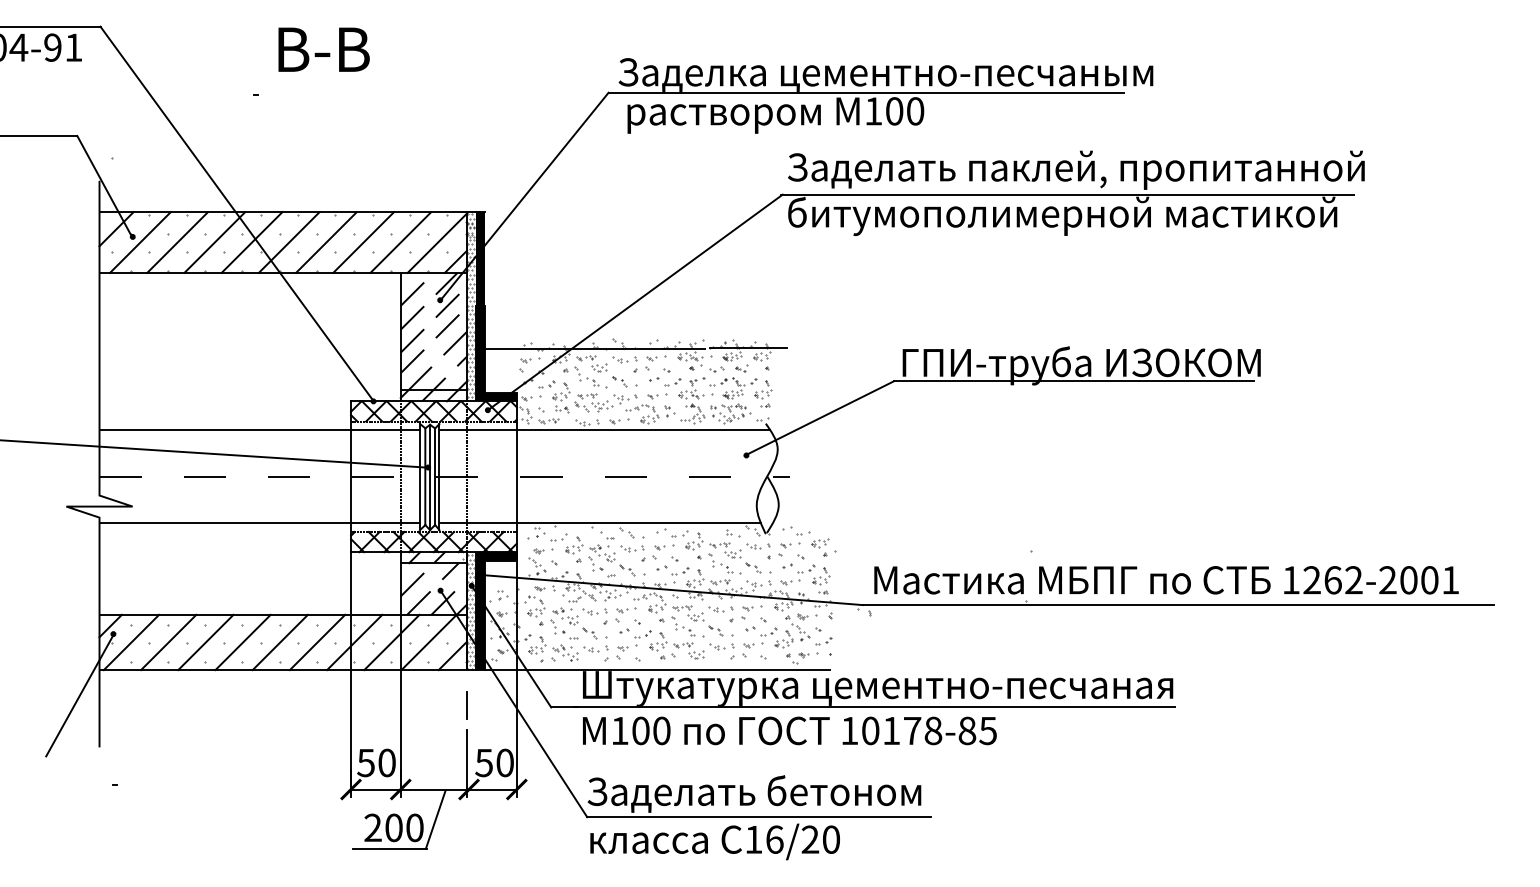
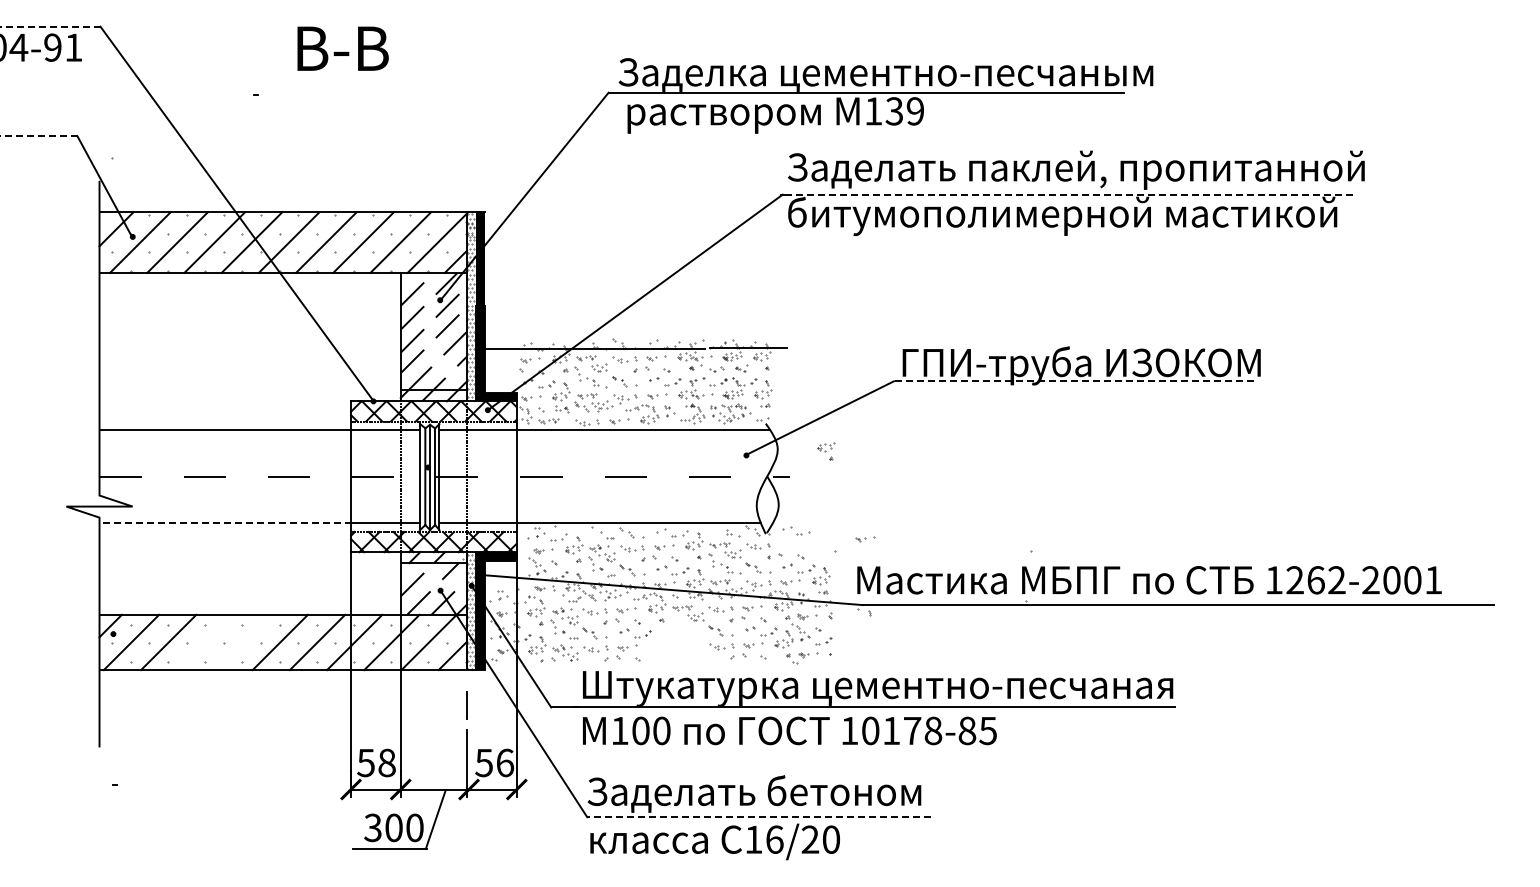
line at (50, 26): solid -> dashed
text at (323, 49) position: (323, 49) -> (342, 48)
text at (904, 111): 100 -> 139
line at (39, 136): solid -> dashed
line at (1070, 195): solid -> dashed
line at (1073, 381): solid -> dashed
line at (214, 453): present -> none
line at (226, 522): solid -> dashed
part at (790, 545) position: (790, 545) -> (865, 539)
part at (820, 547) position: (820, 547) -> (826, 451)
text at (1166, 580) position: (1166, 580) -> (1149, 580)
line at (205, 642): present -> none
line at (242, 642): present -> none
part at (674, 643): present -> none
line at (657, 670): present -> none
line at (79, 695): present -> none
text at (505, 762): 50 -> 56
text at (386, 763): 50 -> 58
line at (758, 817): solid -> dashed
text at (372, 828): 200 -> 300
